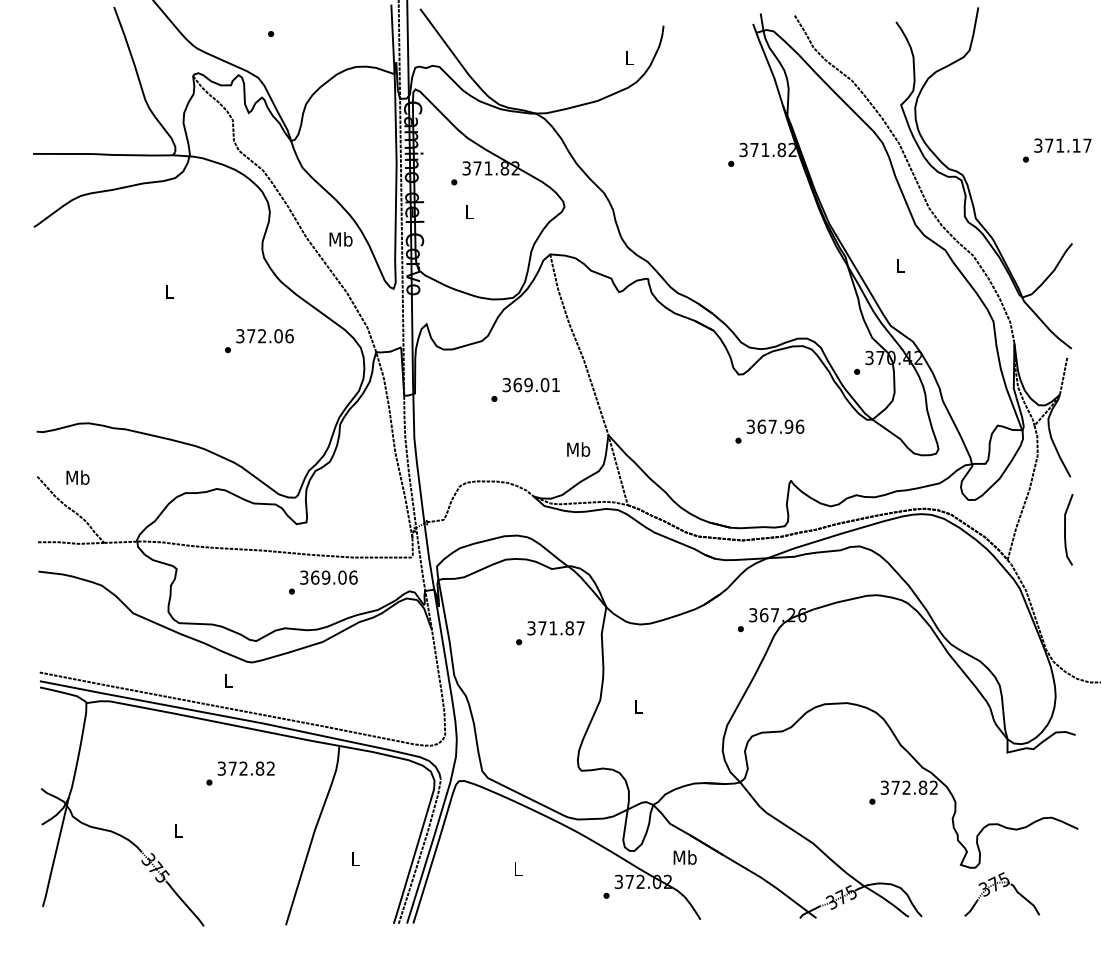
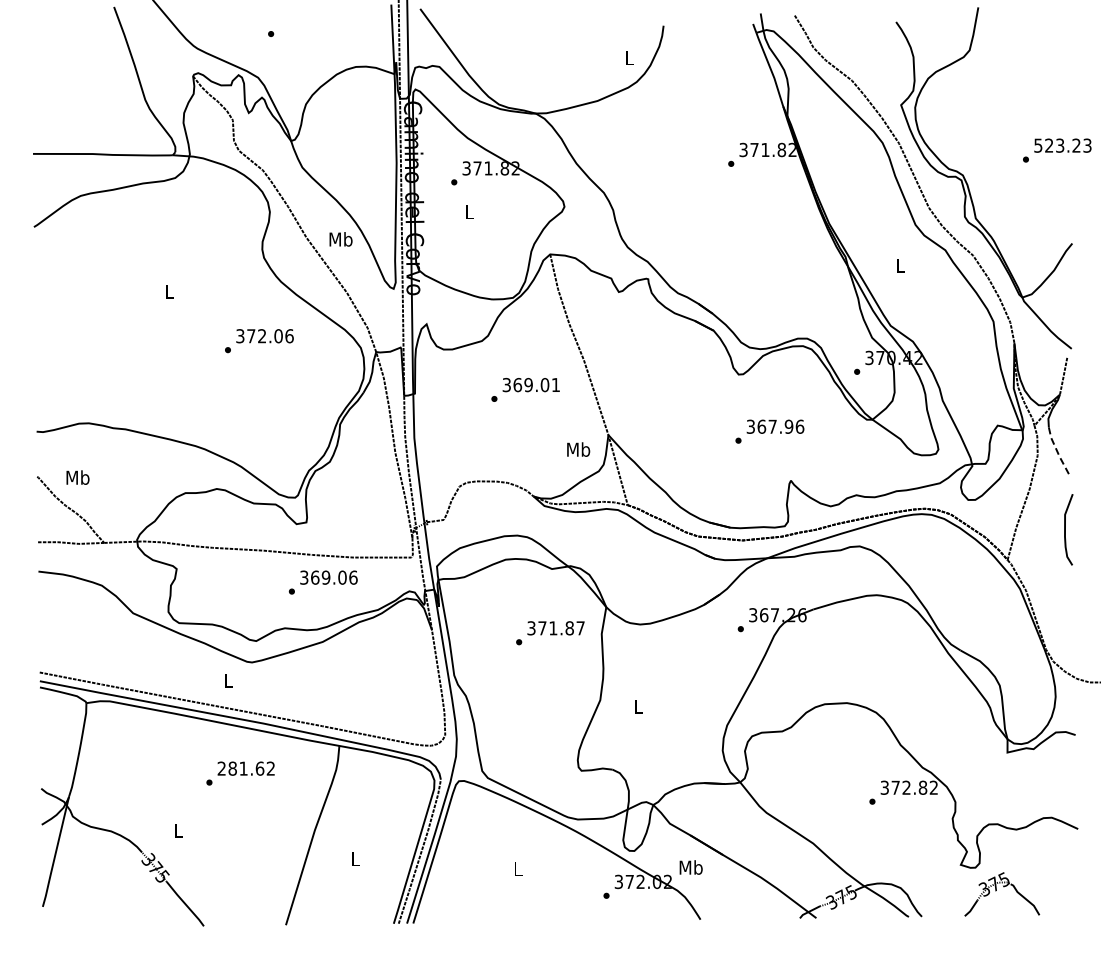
text at (1062, 145): 371.17 -> 523.23
line at (1058, 453): solid -> dashed
text at (240, 768): 372.82 -> 281.62
text at (684, 857) position: (684, 857) -> (690, 867)
